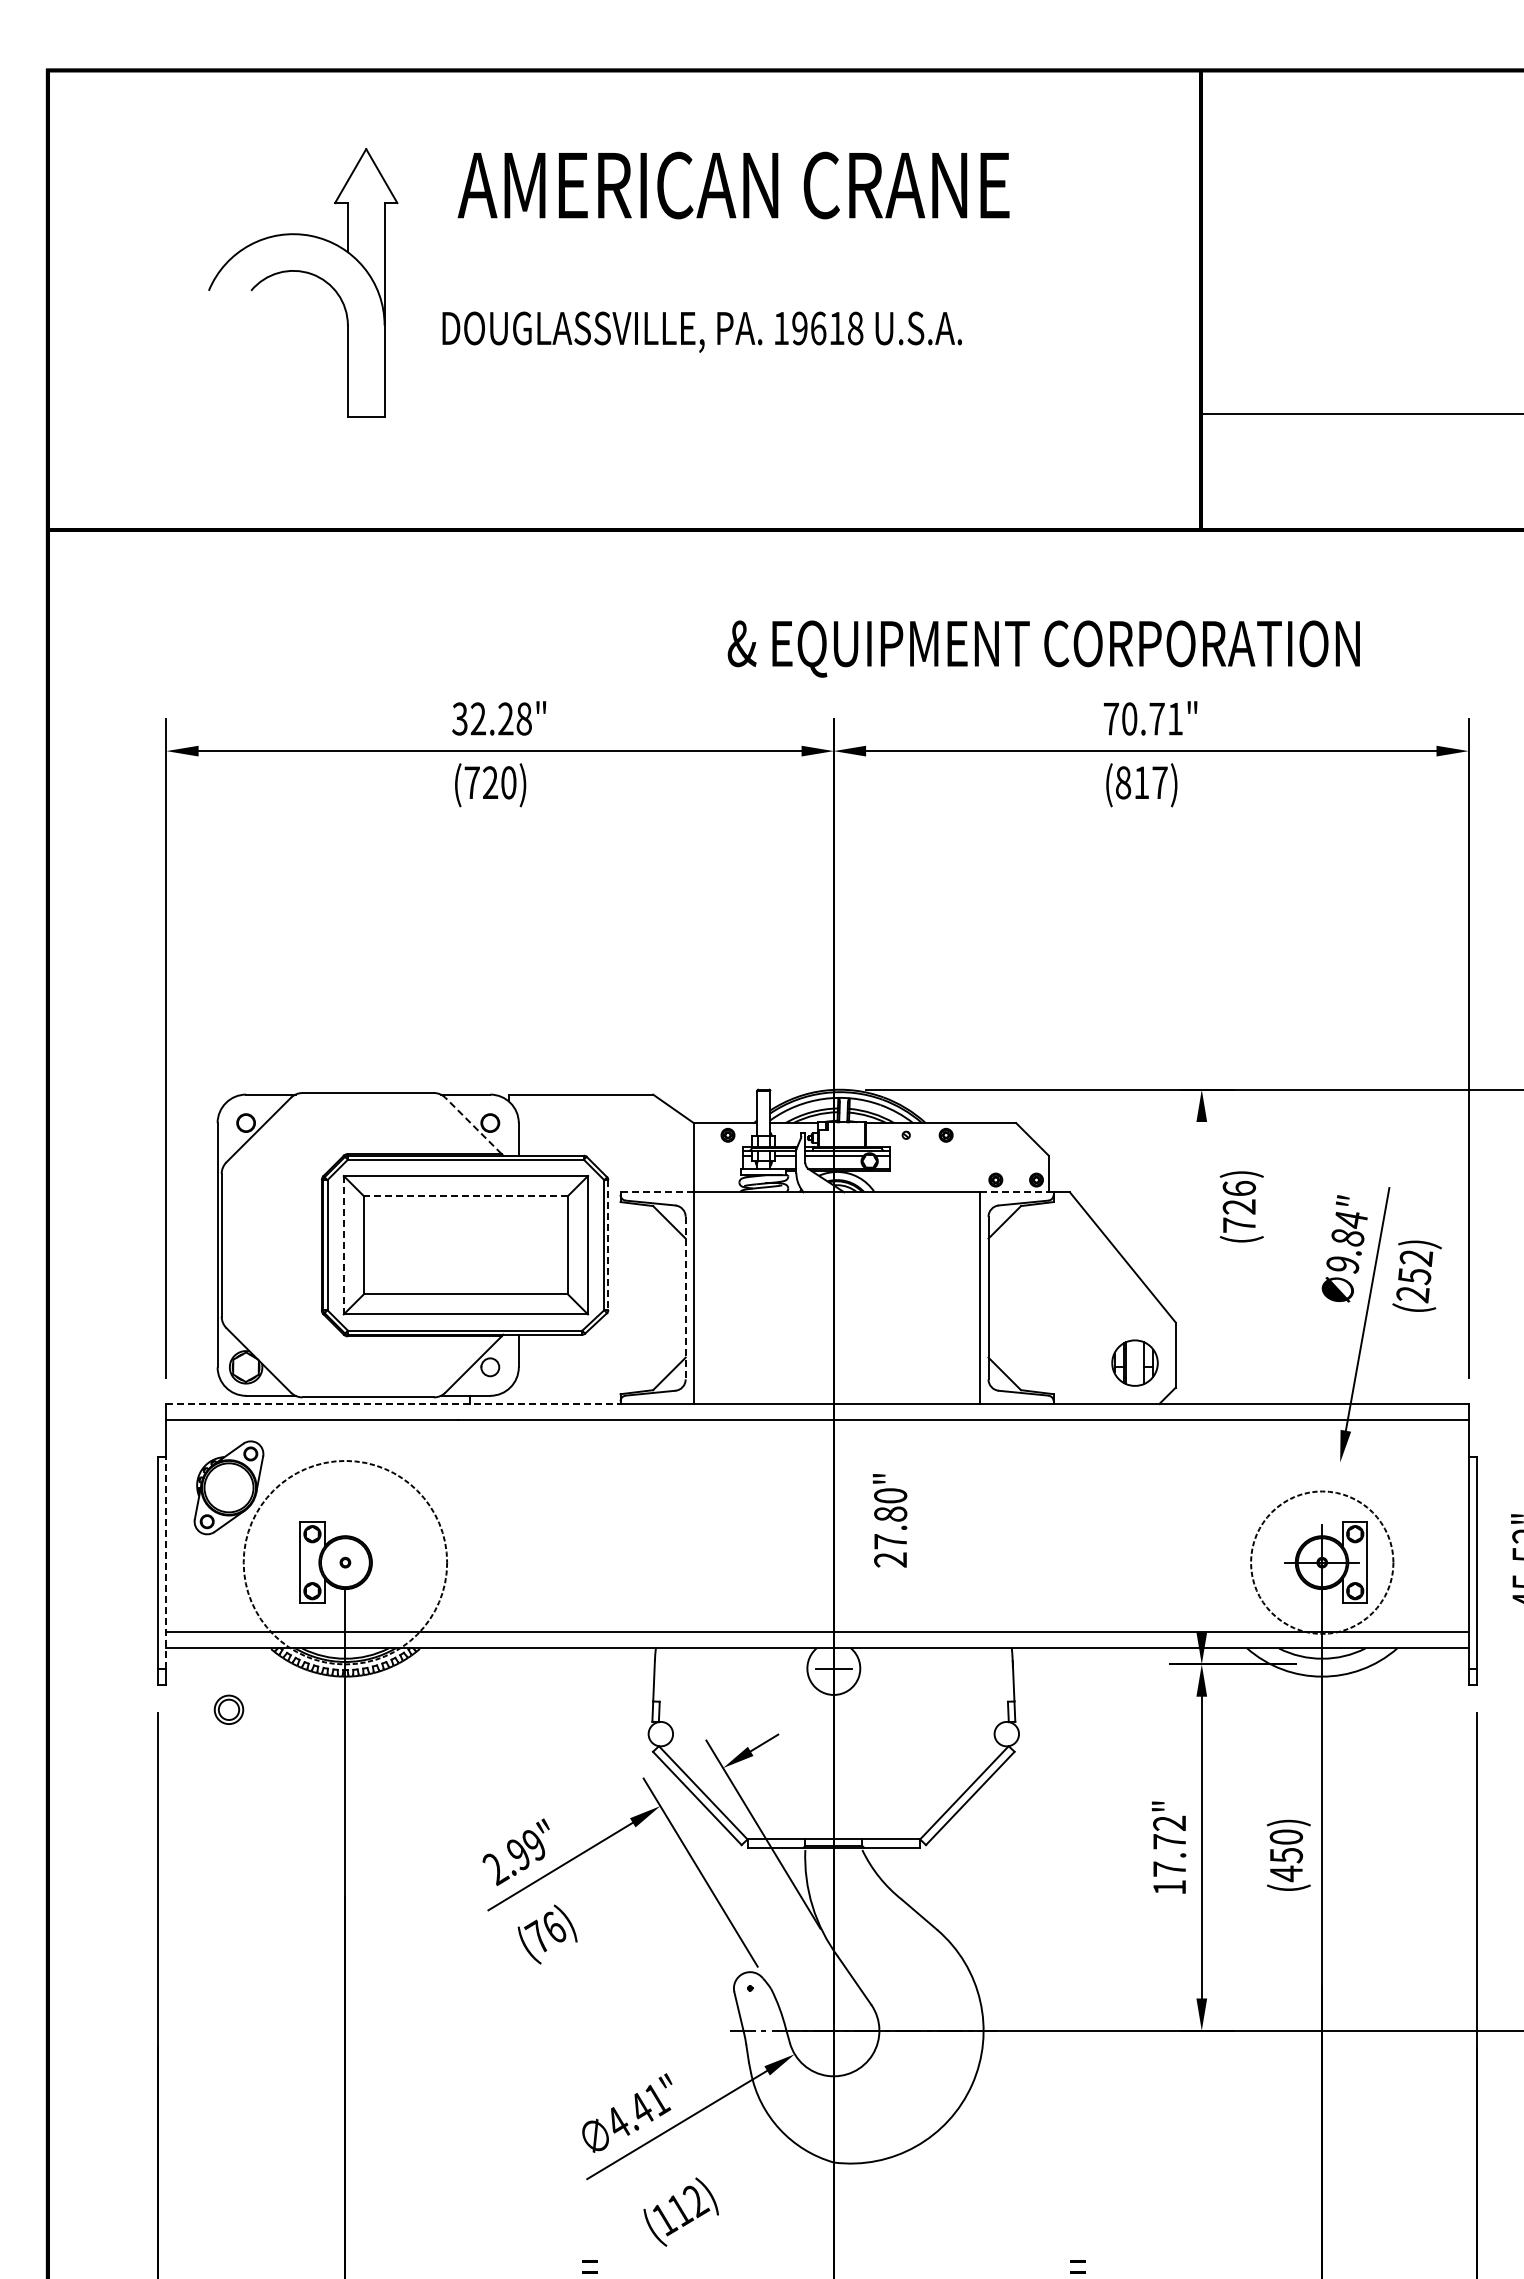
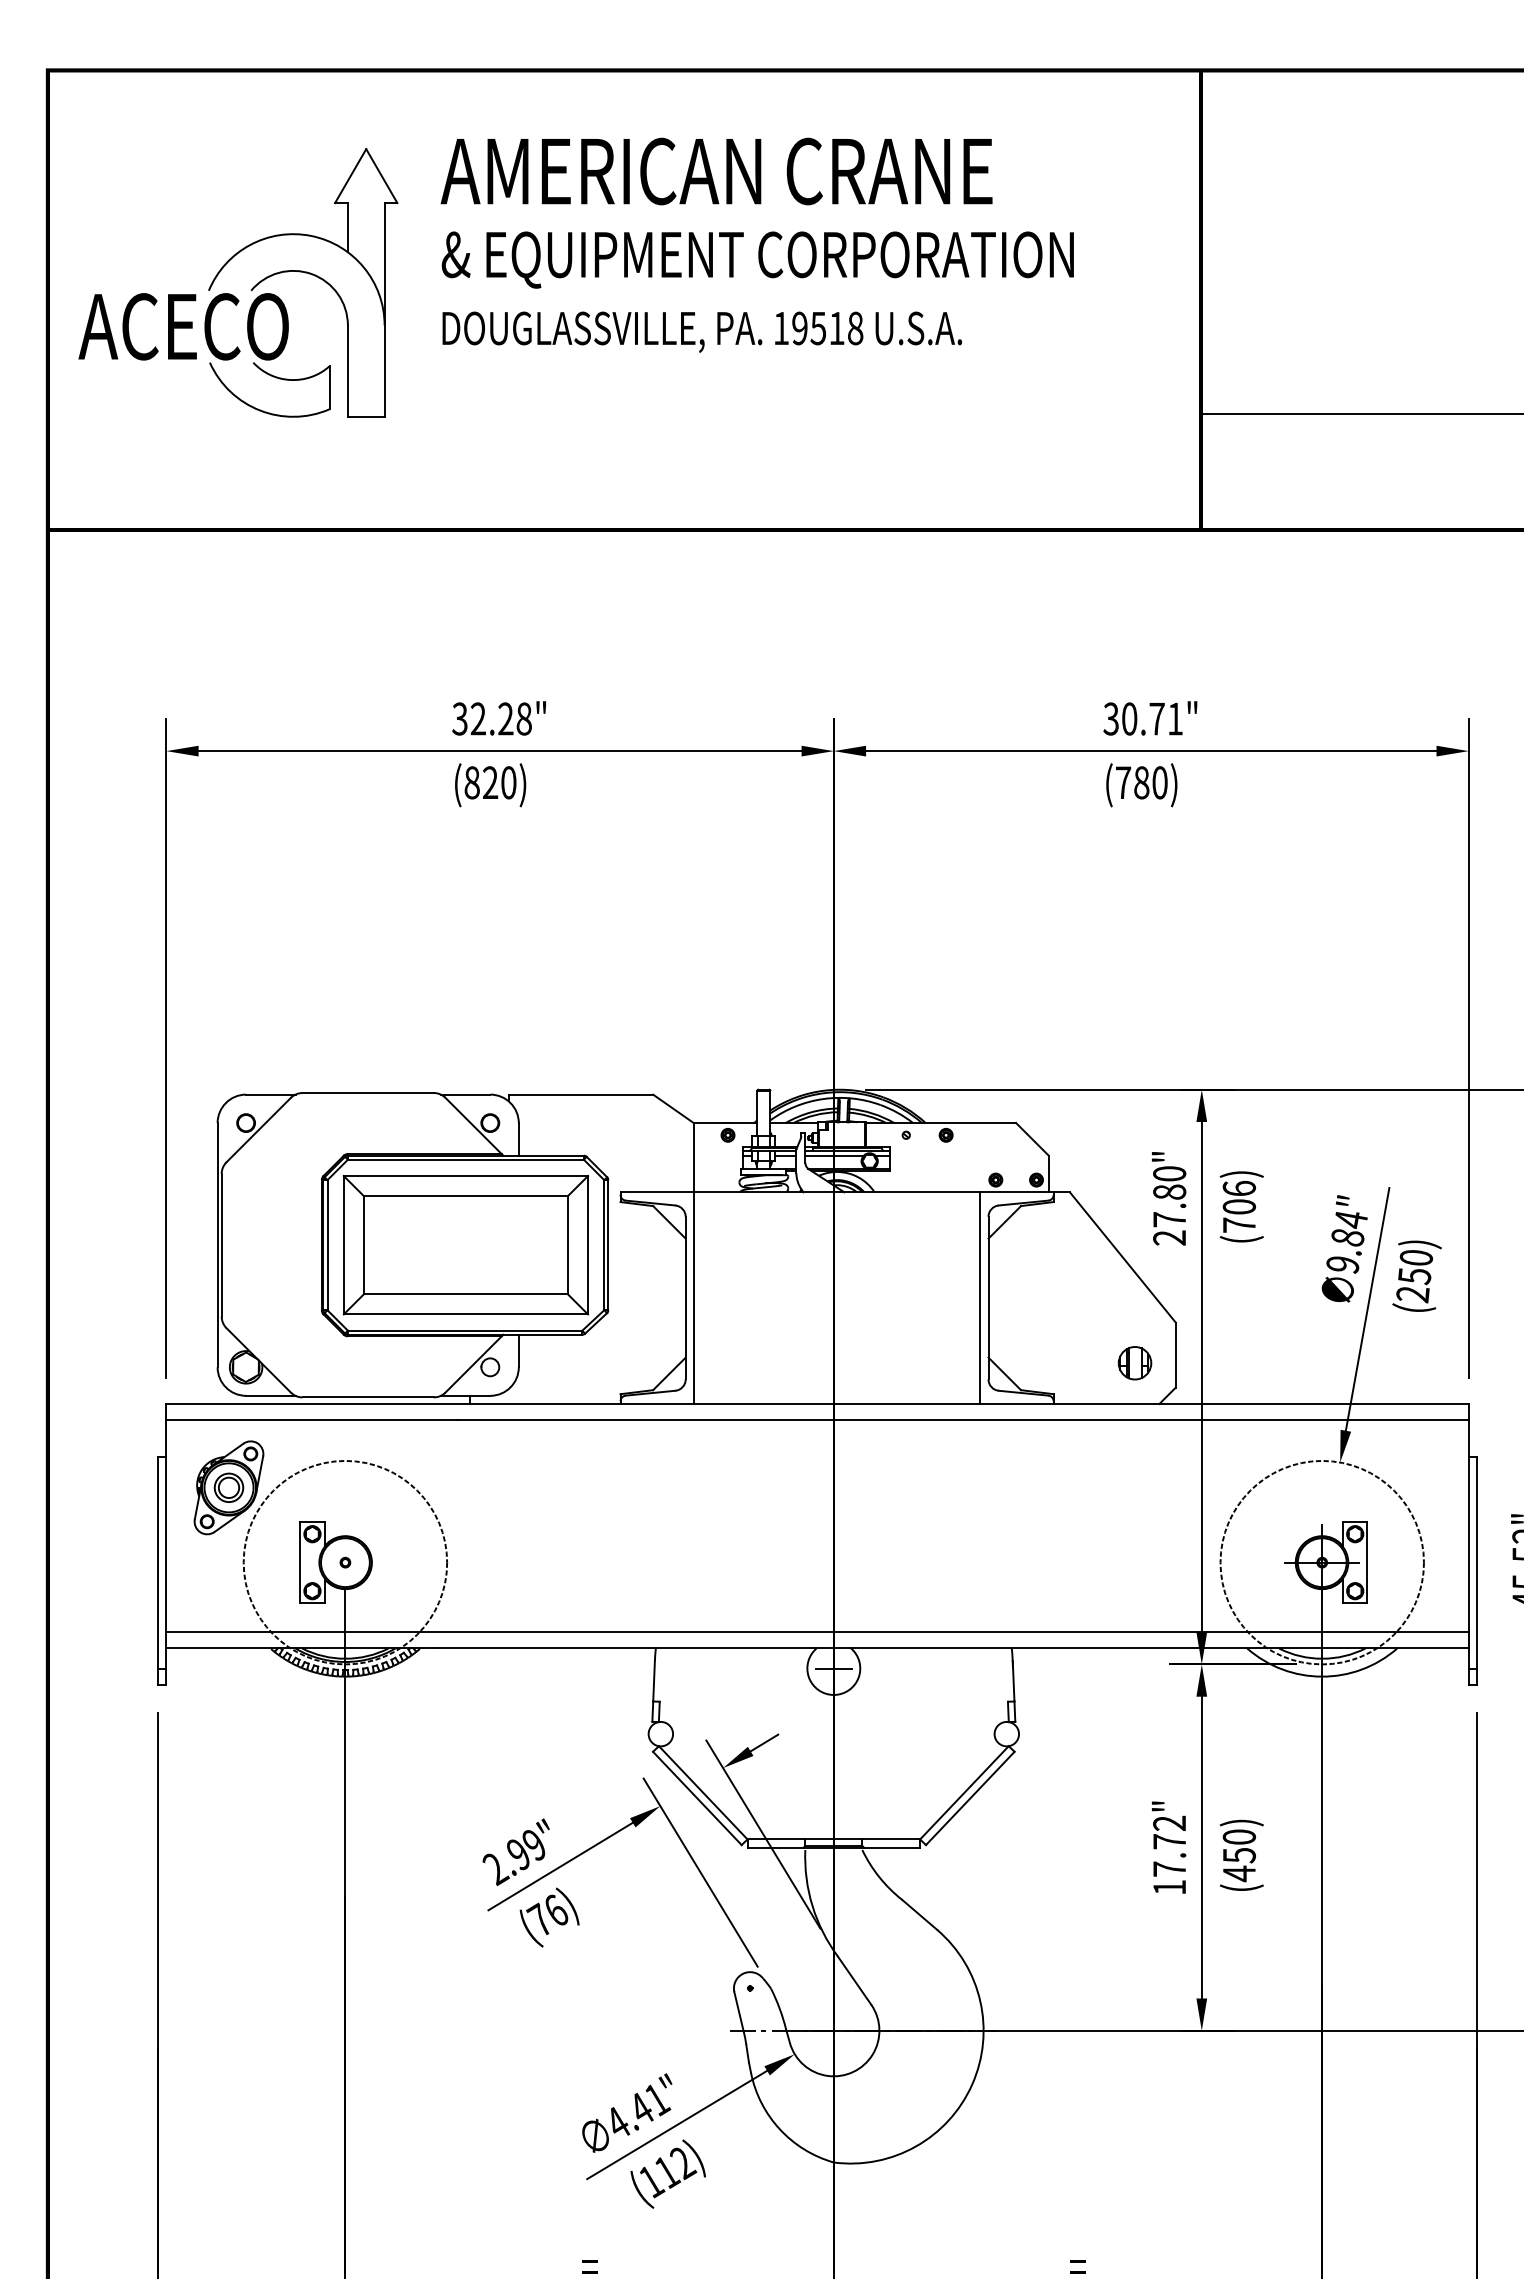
text at (733, 185) position: (733, 185) -> (716, 171)
text at (818, 328): 19618 -> 19518
part at (209, 350): none -> present
text at (1043, 648) position: (1043, 648) -> (757, 259)
text at (1110, 718): 70.71" -> 30.71"
text at (471, 782): (720) -> (820)
text at (1141, 782): (817) -> (780)
line at (473, 1125): dashed -> solid
line at (657, 1192): dashed -> solid
line at (1016, 1192): dashed -> solid
line at (465, 1196): dashed -> solid
text at (1239, 1206): (726) -> (706)
line at (343, 1245): dashed -> solid
line at (608, 1245): dashed -> solid
text at (1416, 1258): (252) -> (250)
line at (685, 1298): dashed -> solid
part at (1134, 1362) size: 48x48 px -> 36x35 px
line at (1201, 1376): none -> present
line at (393, 1403): dashed -> solid
text at (890, 1520) position: (890, 1520) -> (1169, 1198)
line at (166, 1562): dashed -> solid
circle at (1322, 1562) diameter: 142 px -> 203 px
part at (228, 1709) position: (228, 1709) -> (228, 1487)
text at (1288, 1854) position: (1288, 1854) -> (1241, 1854)
text at (547, 1934) position: (547, 1934) -> (549, 1917)
text at (680, 2211) position: (680, 2211) -> (667, 2173)
